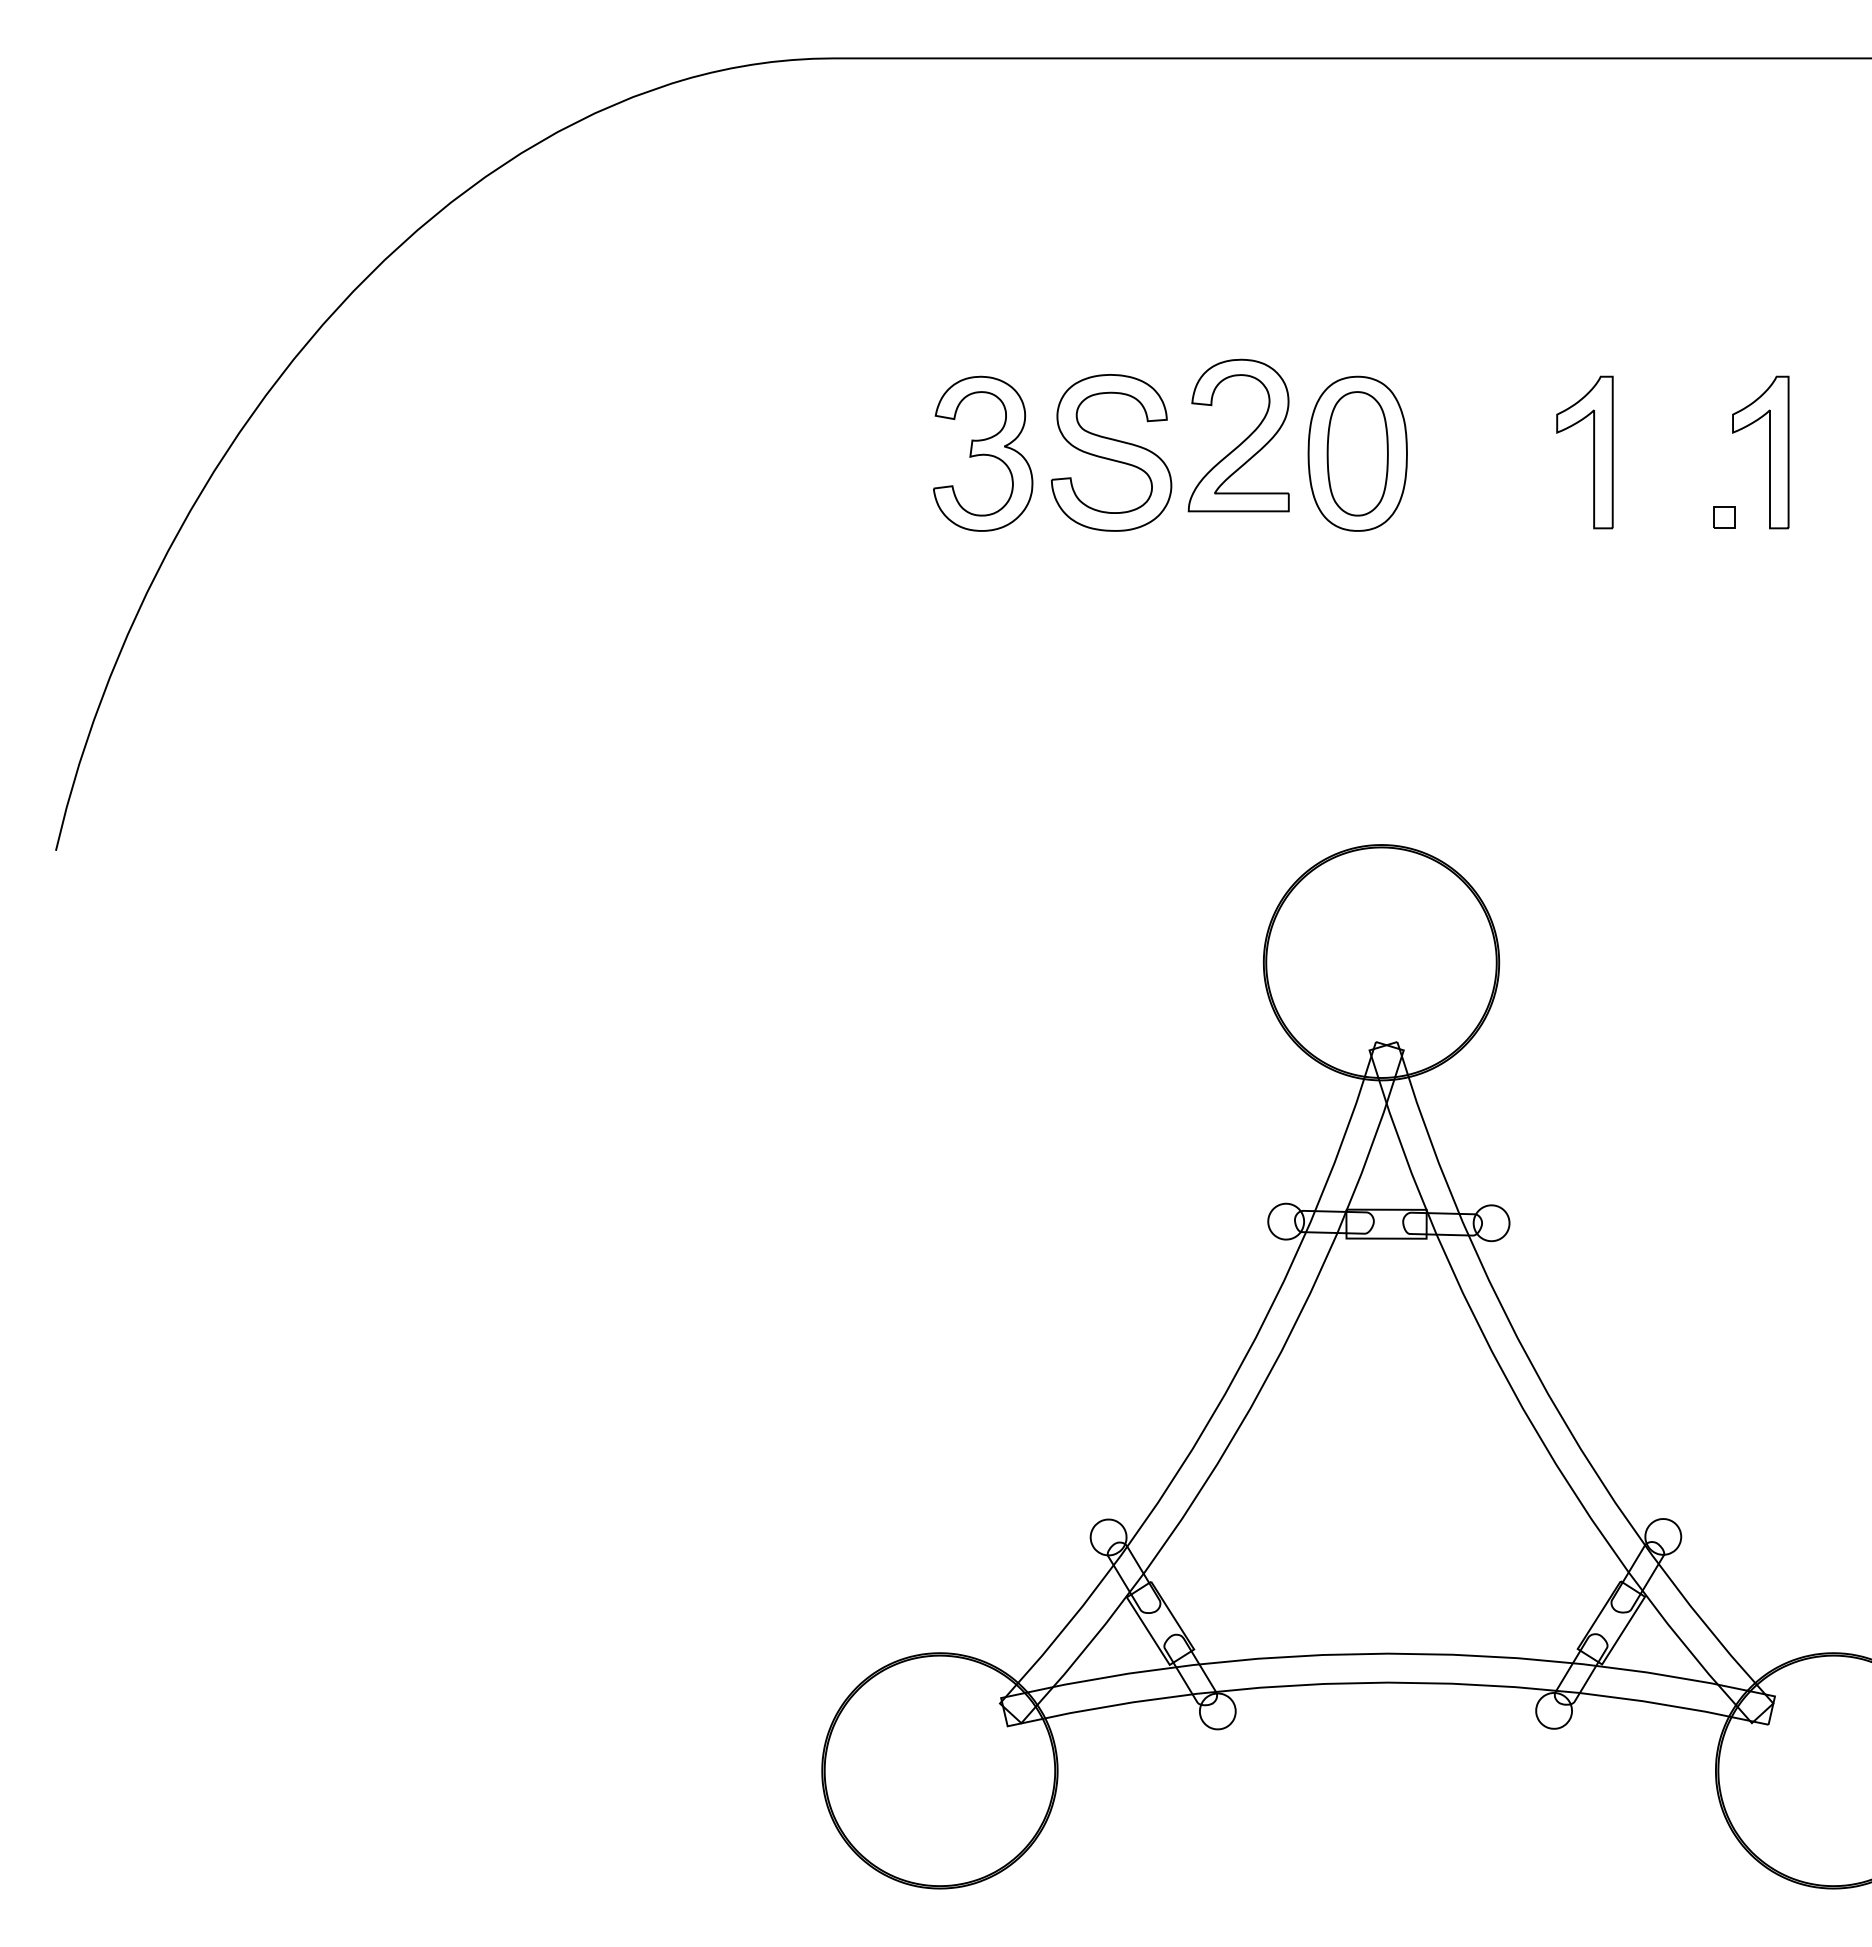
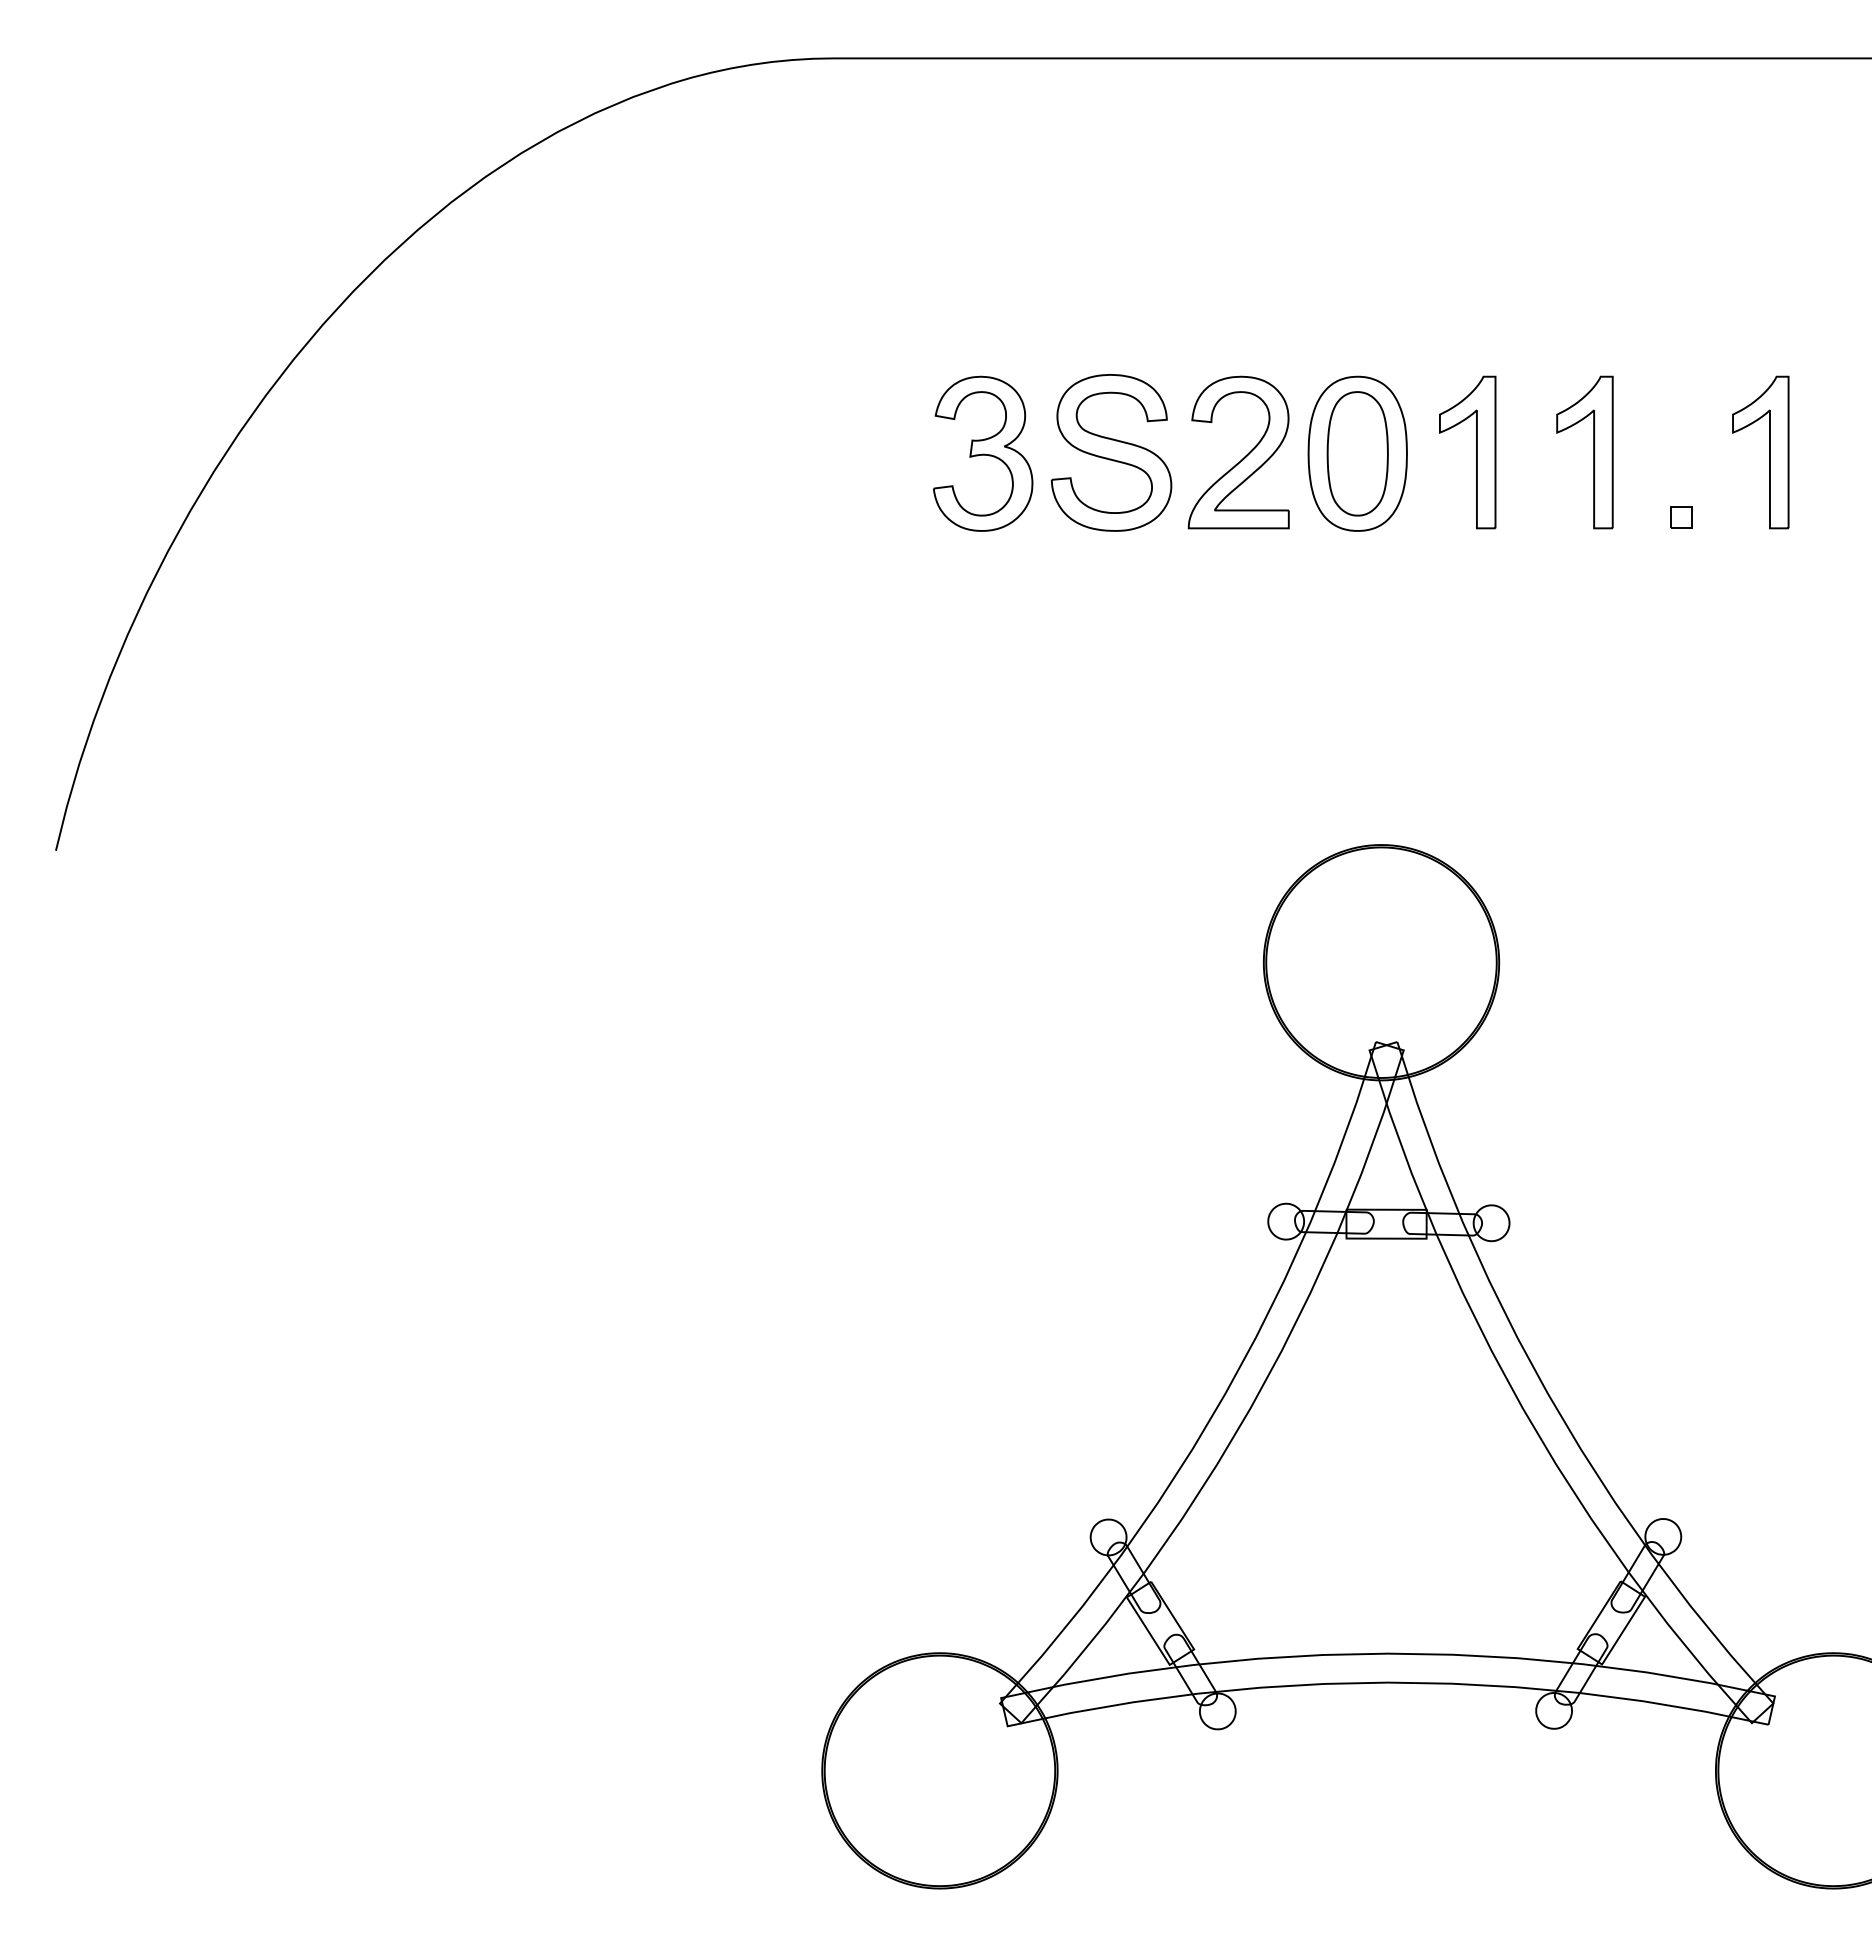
part at (1243, 440) position: (1243, 440) -> (1243, 457)
part at (1476, 452): none -> present
part at (1724, 517) position: (1724, 517) -> (1681, 517)
